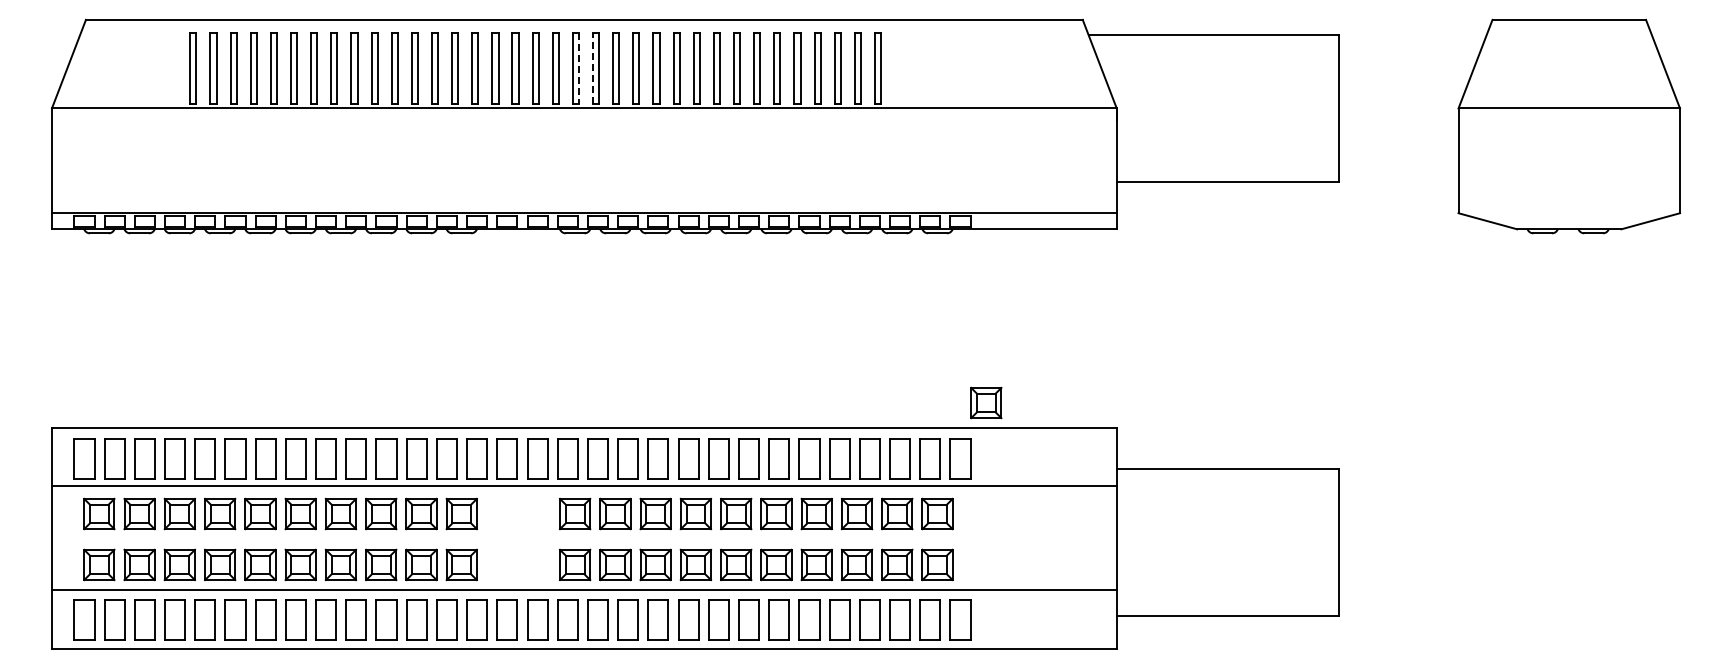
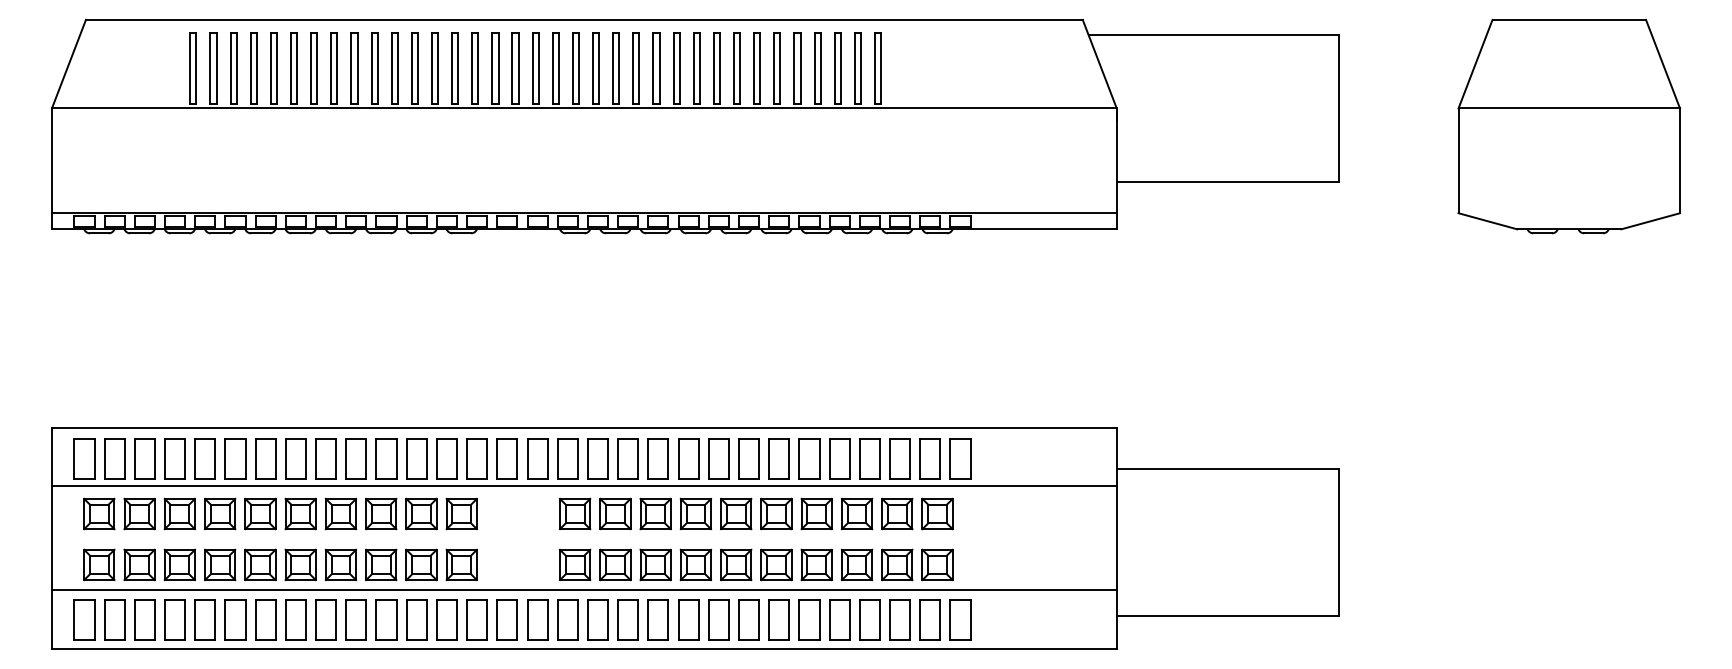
line at (579, 68): dashed -> solid
line at (593, 68): dashed -> solid
part at (986, 402): present -> none
